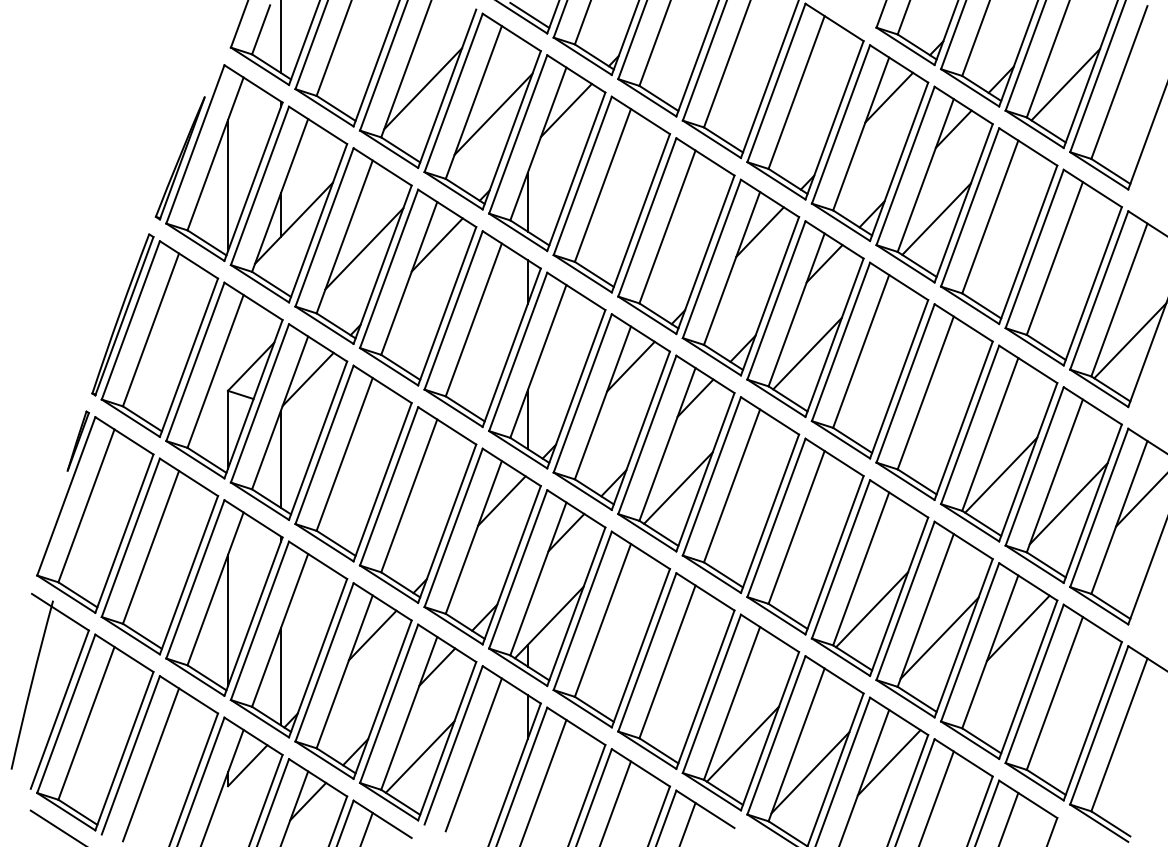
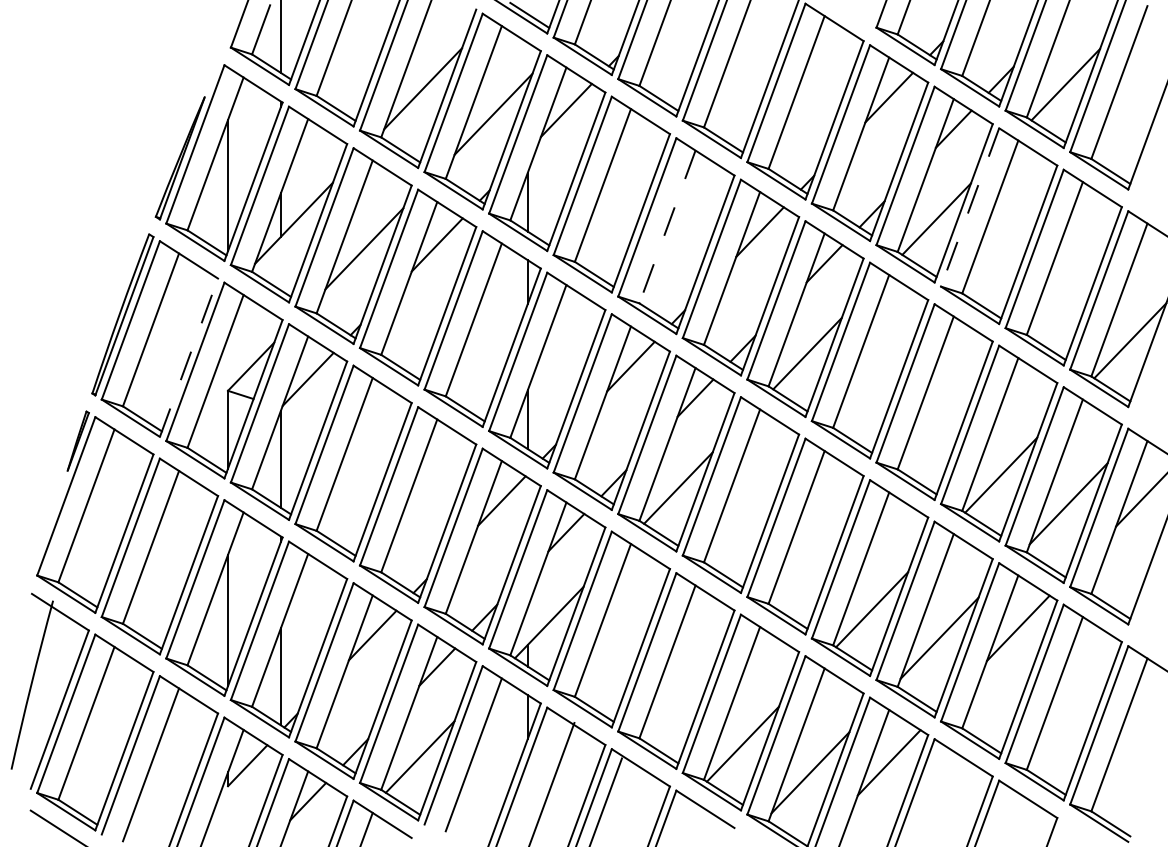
line at (969, 207): solid -> dashed
line at (667, 227): solid -> dashed
line at (189, 357): solid -> dashed
line at (543, 781) position: (543, 781) -> (552, 782)
line at (936, 797): present -> none
line at (615, 802) position: (615, 802) -> (605, 800)
line at (1008, 818): present -> none
line at (687, 822): present -> none
